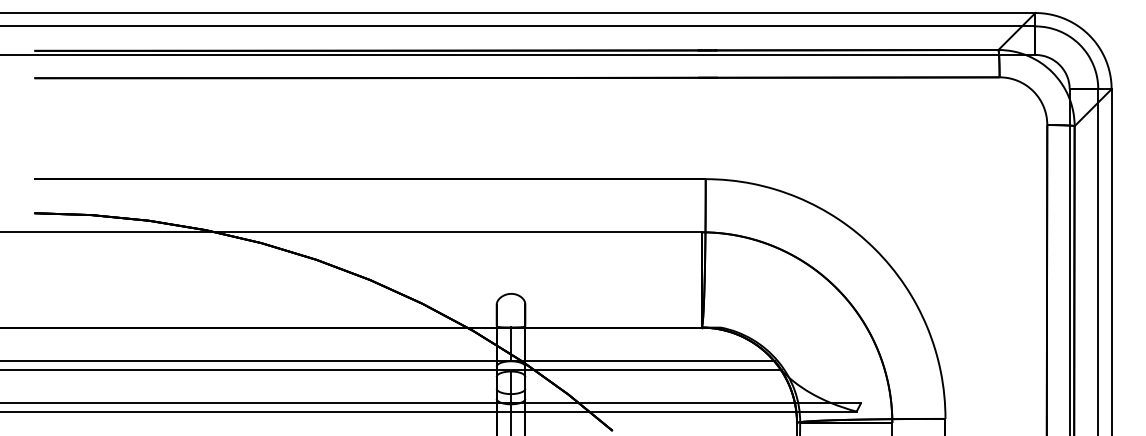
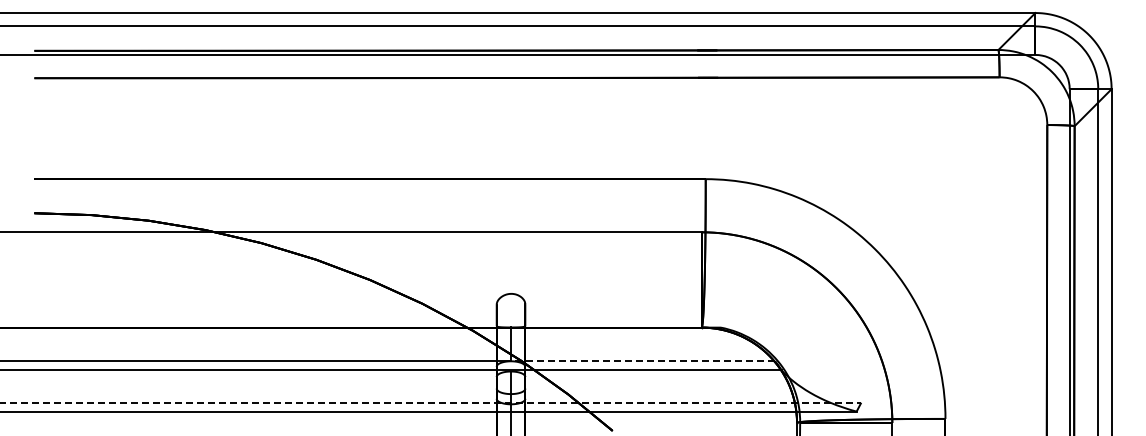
line at (642, 361): solid -> dashed
line at (431, 402): solid -> dashed
